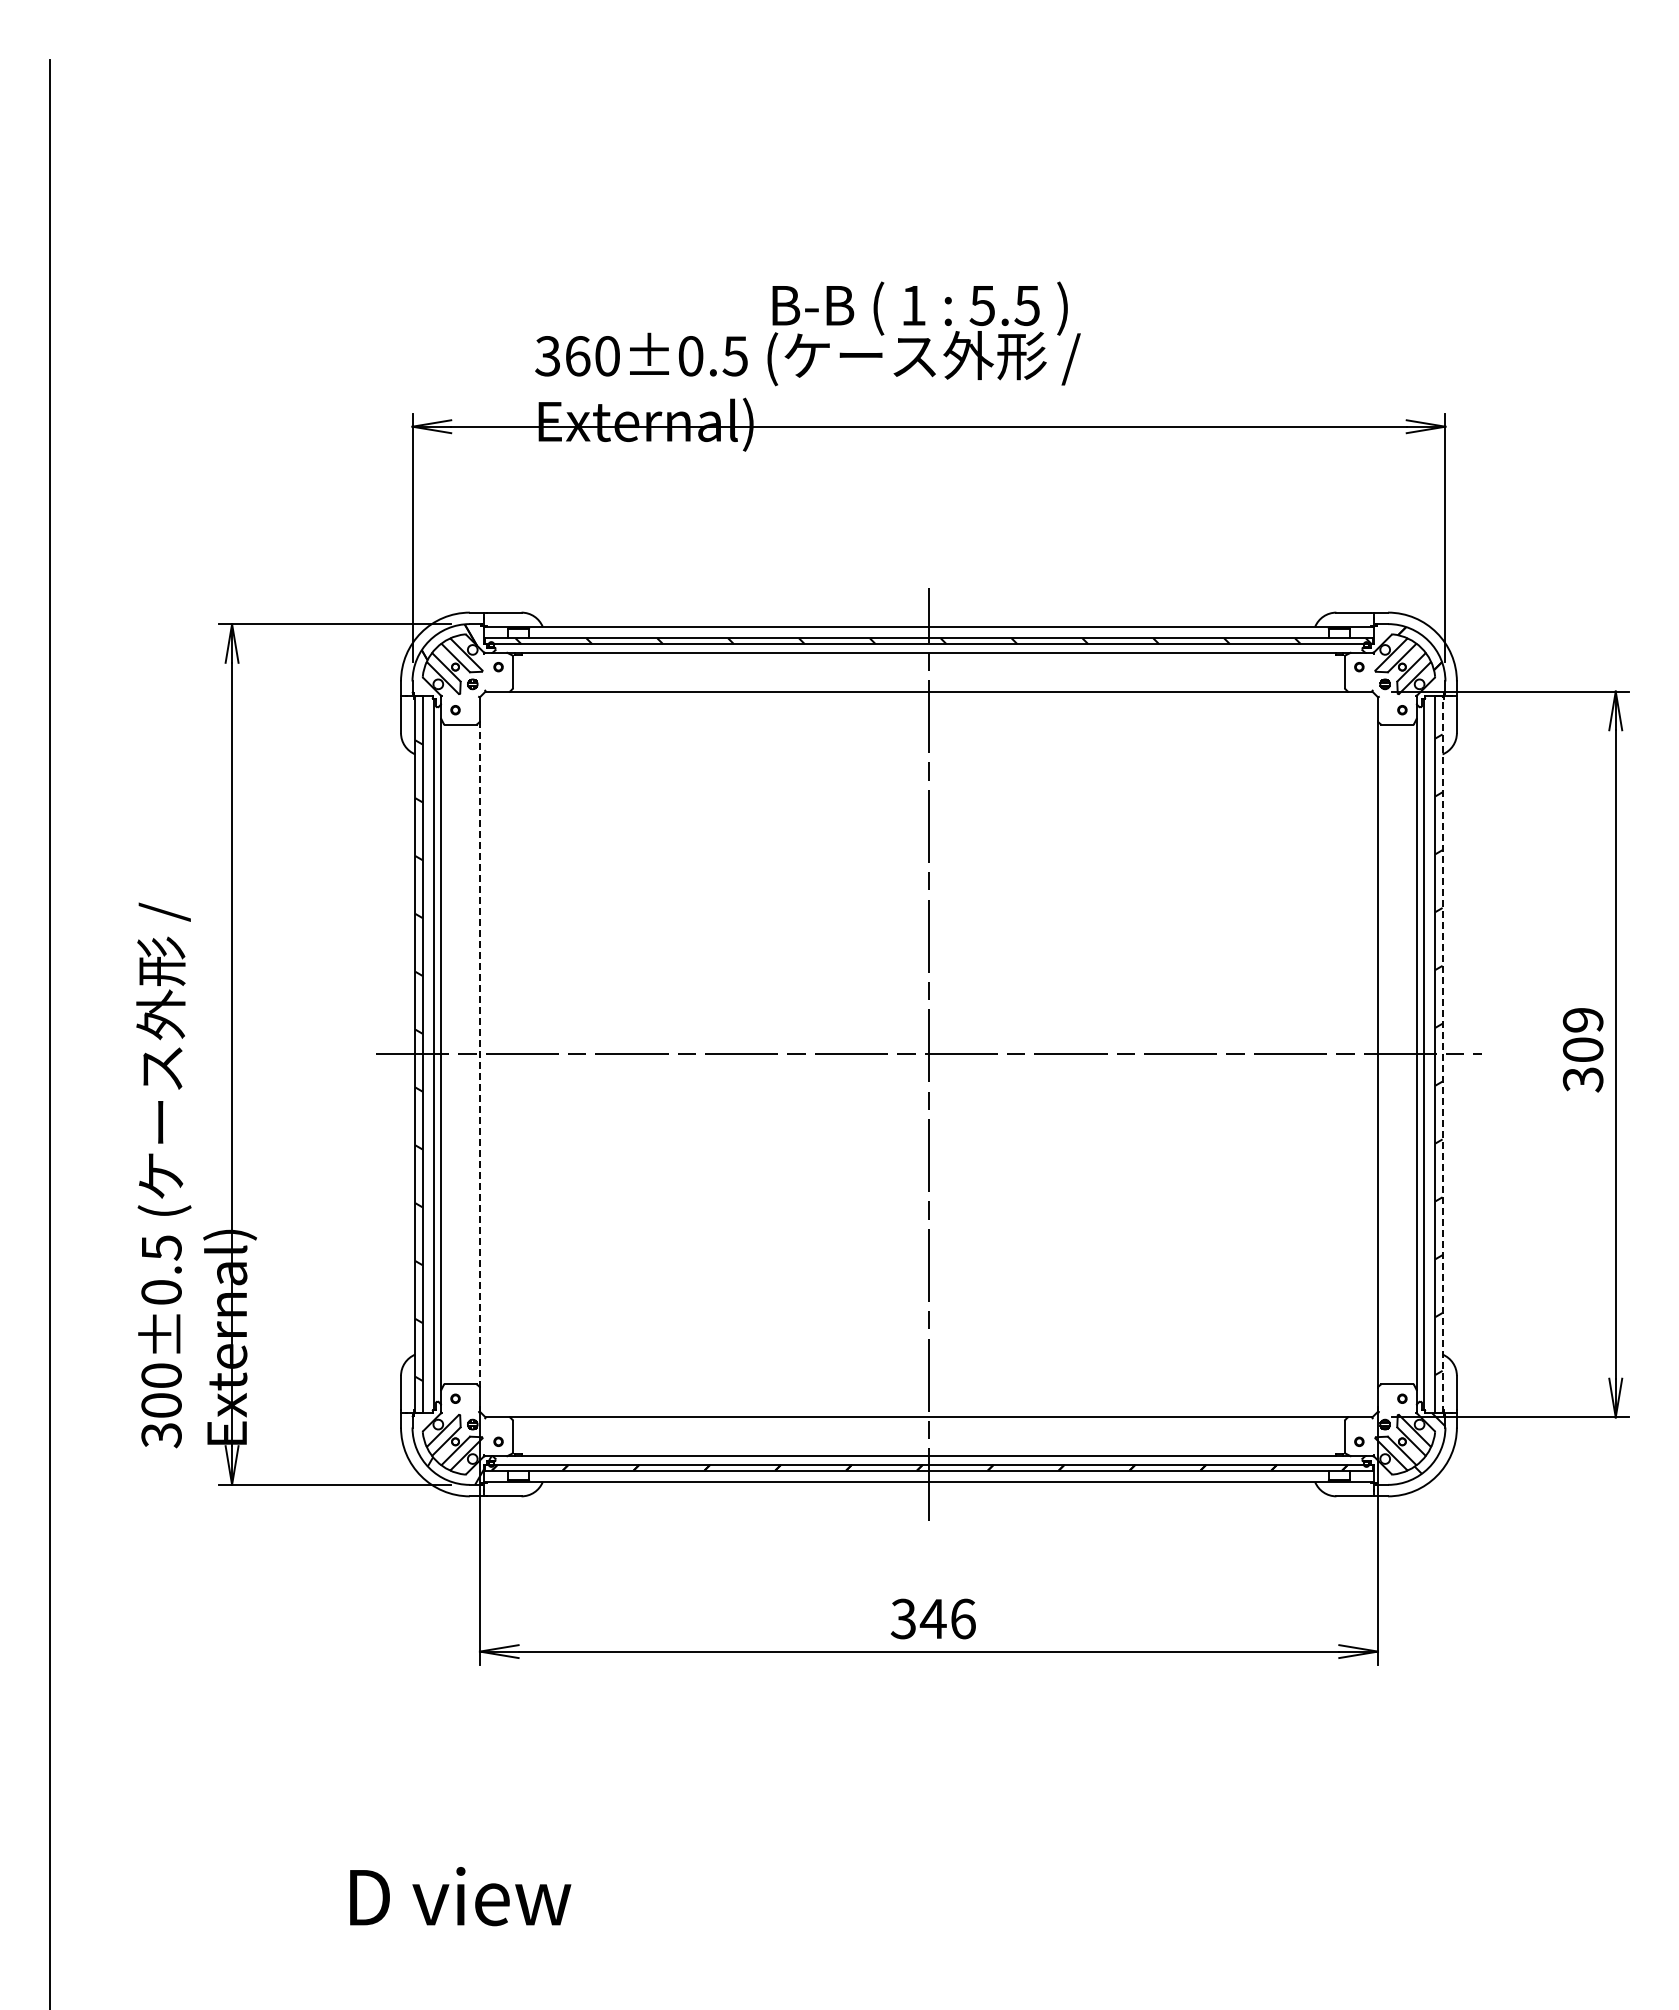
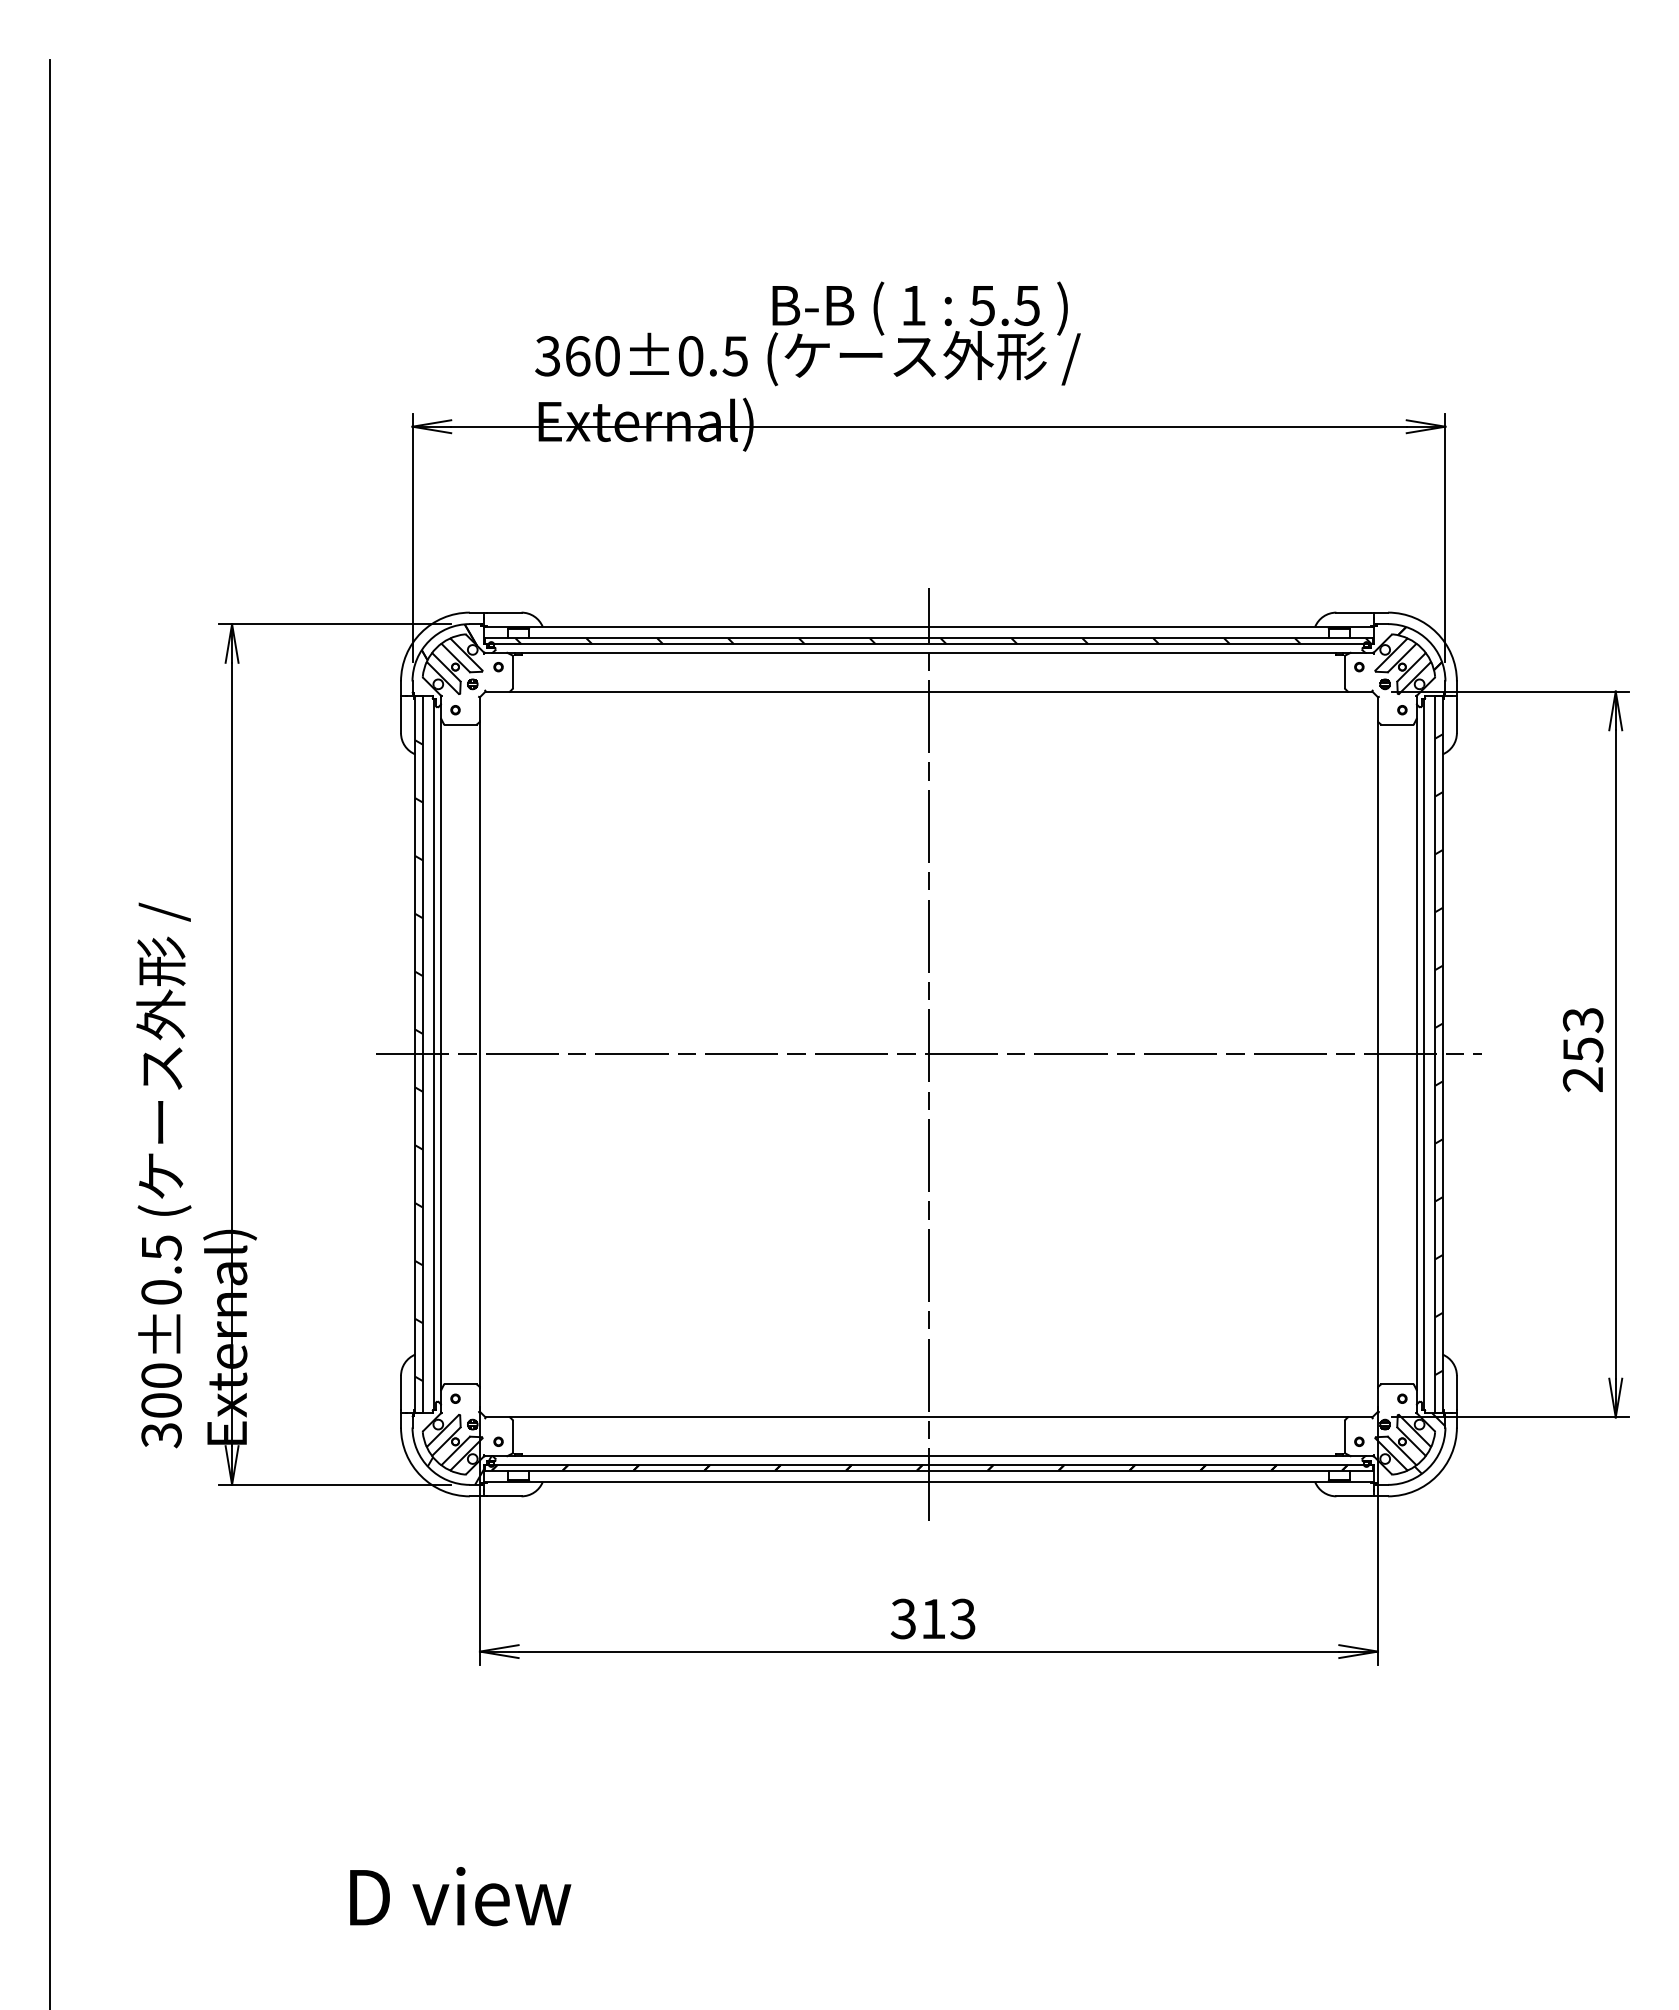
text at (1582, 1050): 309 -> 253
line at (479, 1053): dashed -> solid
line at (1442, 1054): dashed -> solid
text at (947, 1618): 346 -> 313
